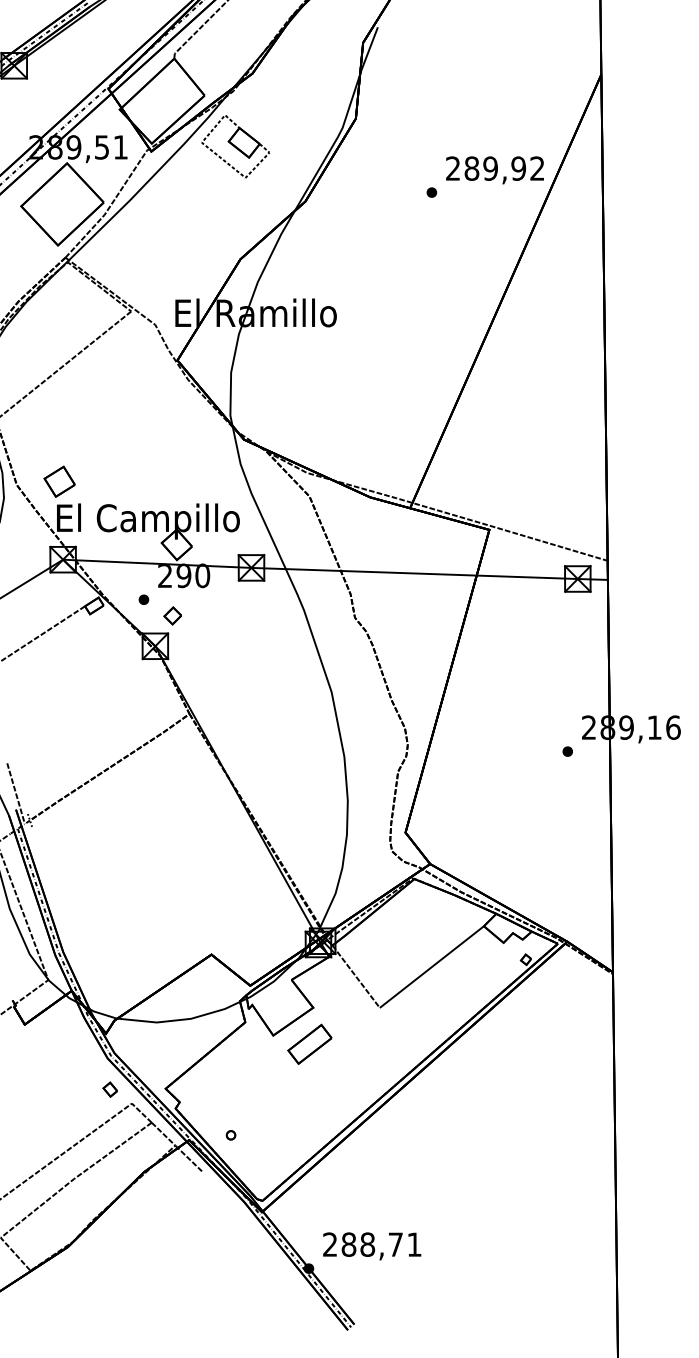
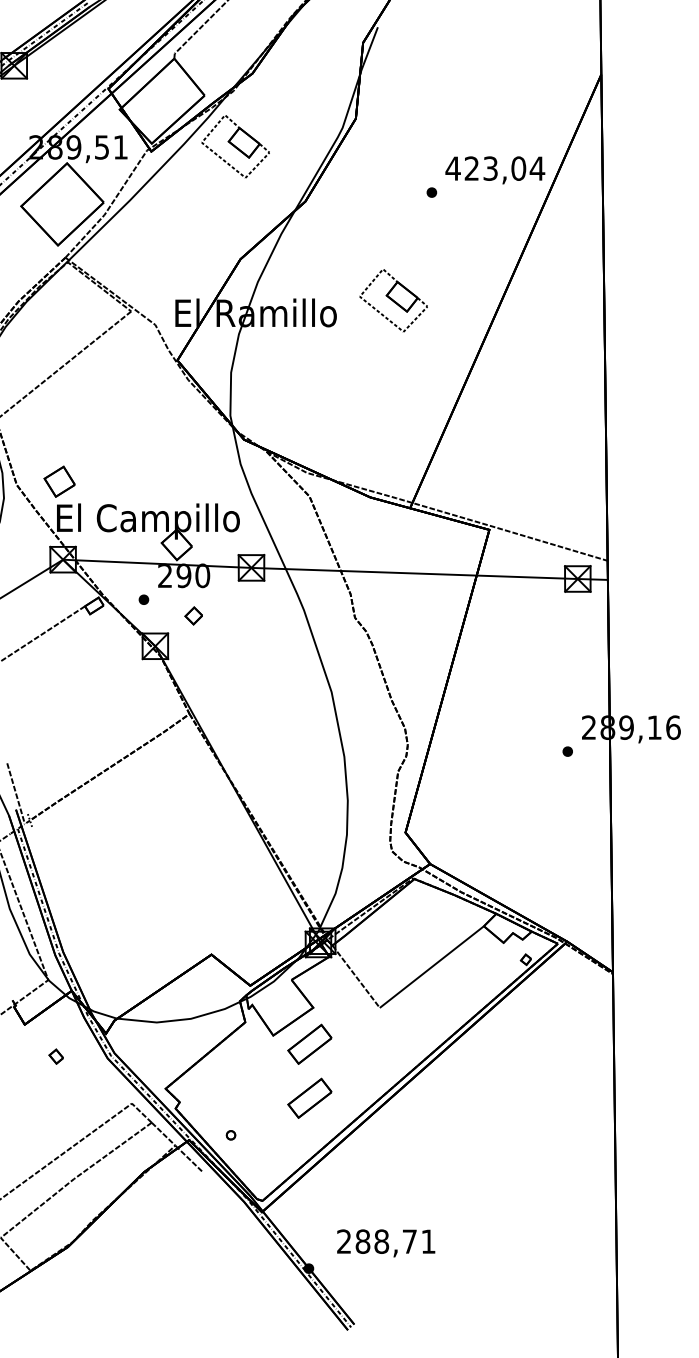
text at (495, 168): 289,92 -> 423,04
part at (393, 300): none -> present
part at (172, 615) position: (172, 615) -> (193, 615)
part at (109, 1089) position: (109, 1089) -> (55, 1056)
part at (309, 1097): none -> present
text at (372, 1246) position: (372, 1246) -> (386, 1243)
